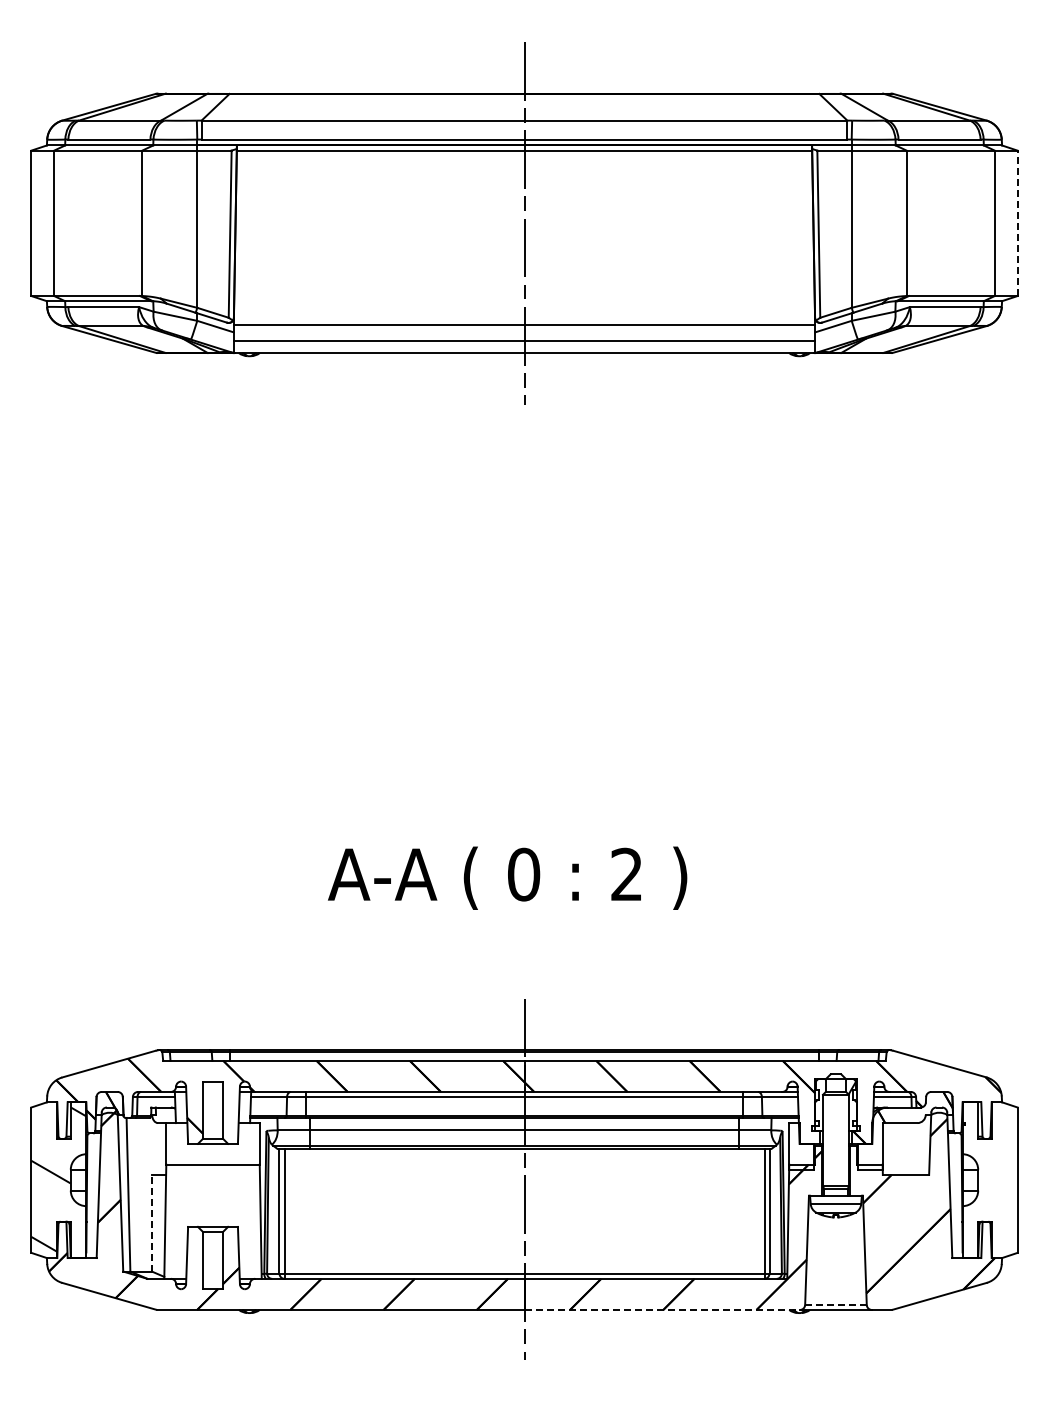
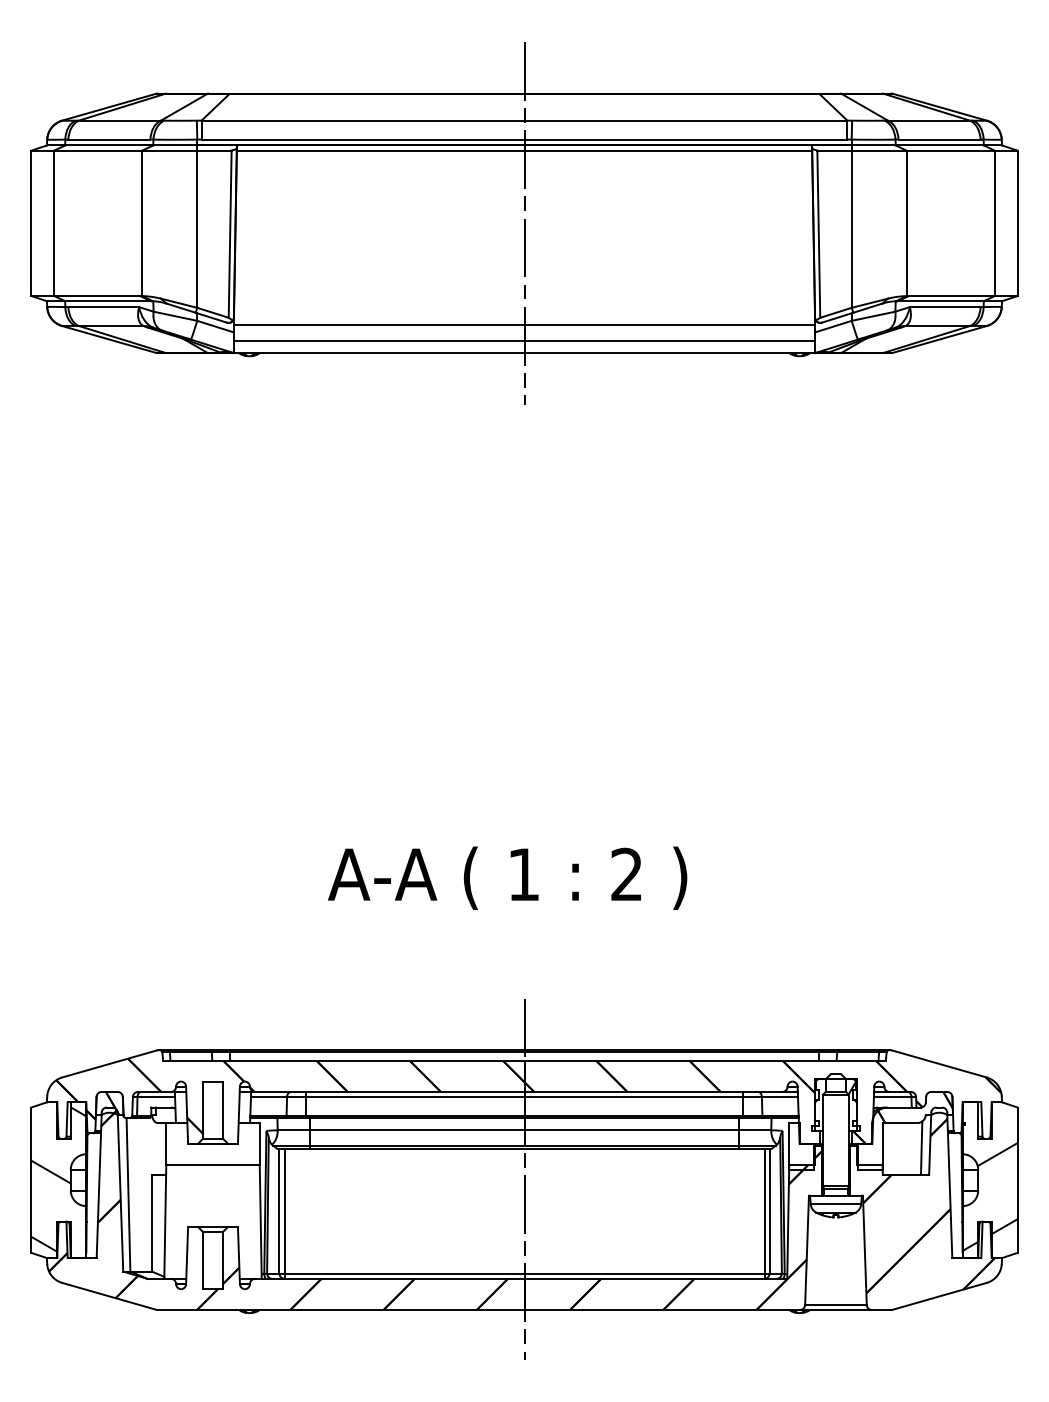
line at (1017, 223): dashed -> solid
text at (524, 874): 0 -> 1
line at (921, 1148): none -> present
hatch at (989, 1196): none -> present
line at (151, 1222): dashed -> solid
line at (835, 1304): dashed -> solid
line at (662, 1309): dashed -> solid
